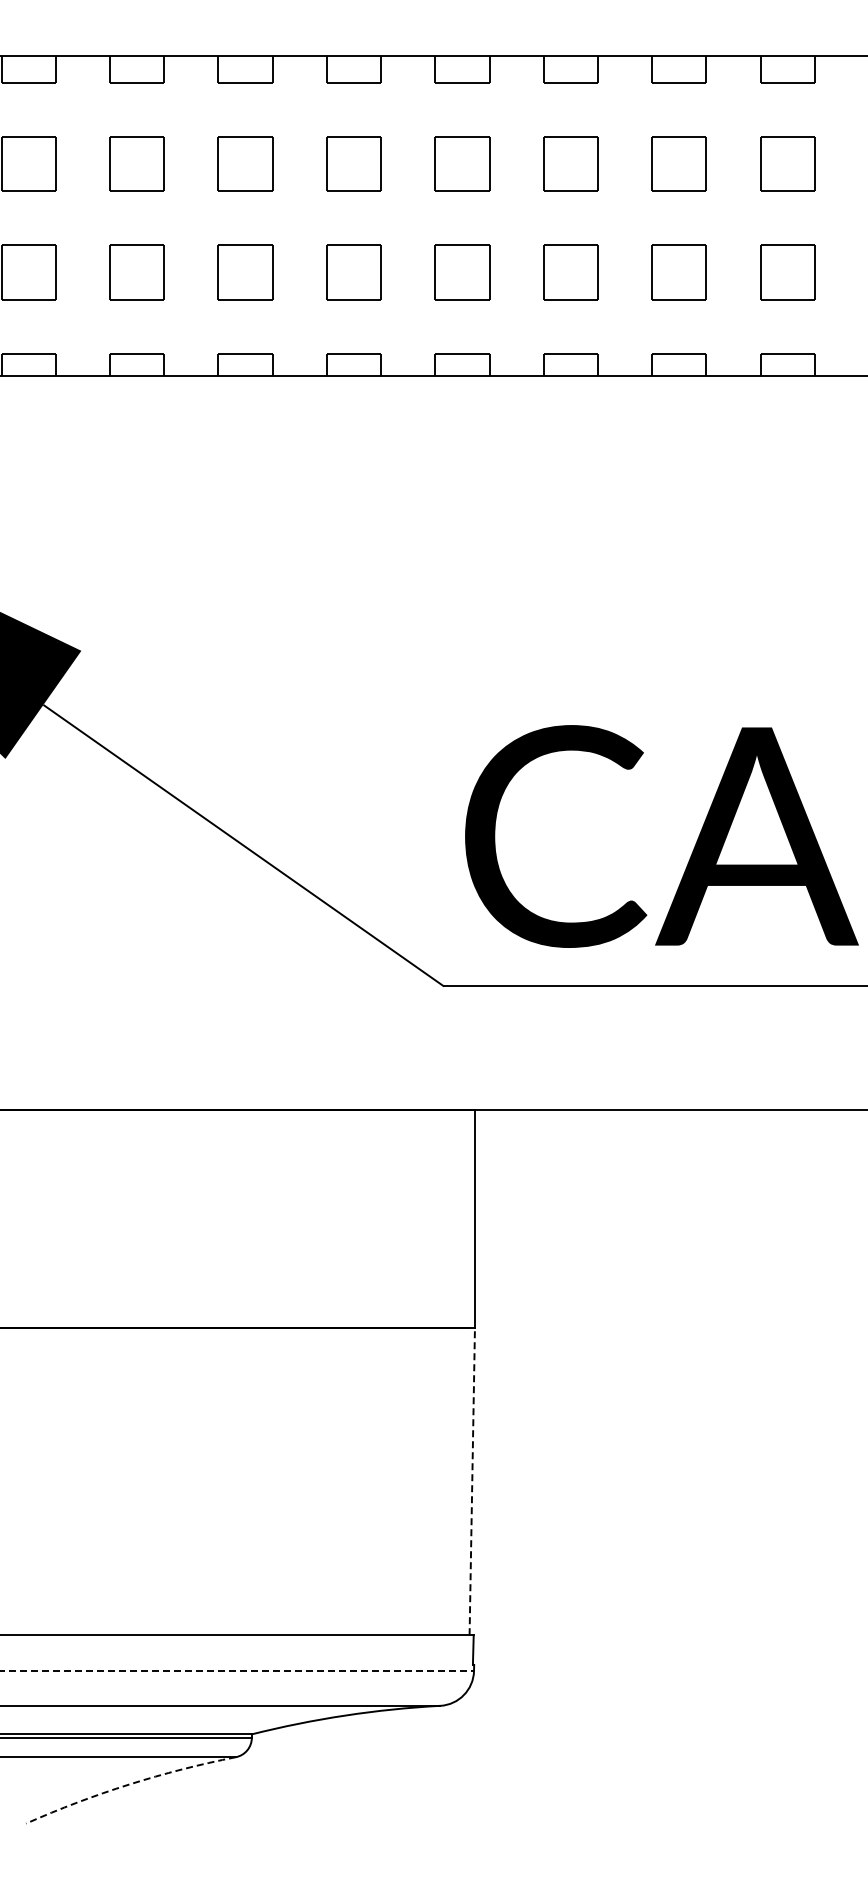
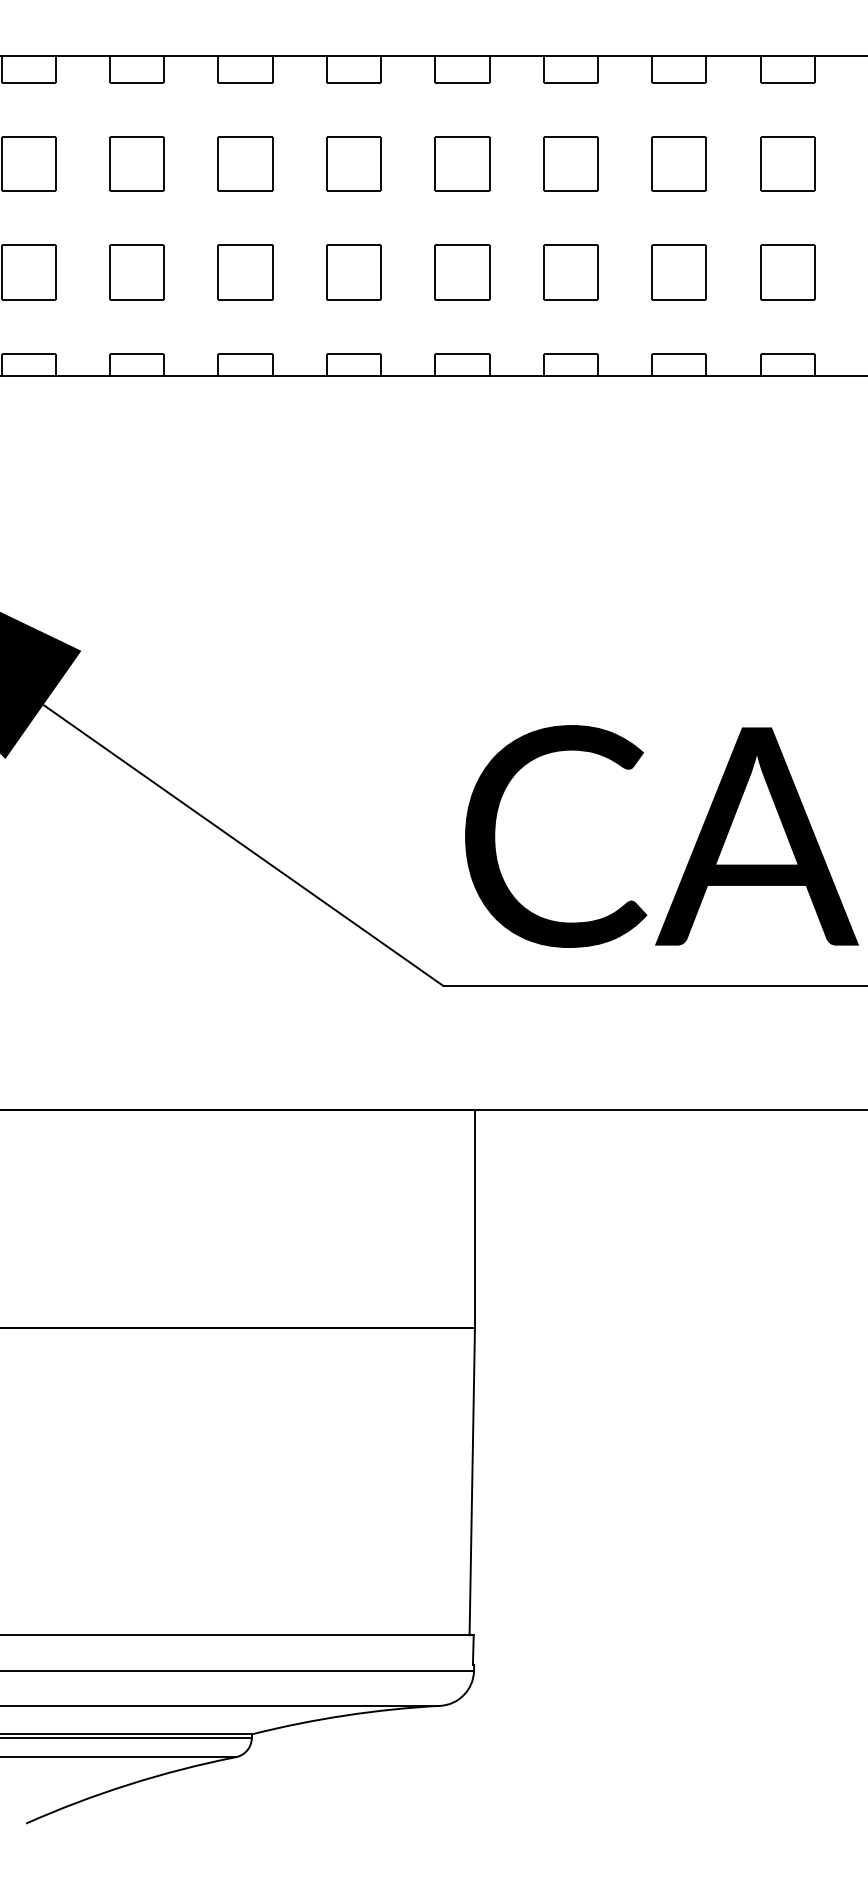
line at (472, 1481): dashed -> solid
line at (237, 1671): dashed -> solid
arc at (129, 1784): dashed -> solid
